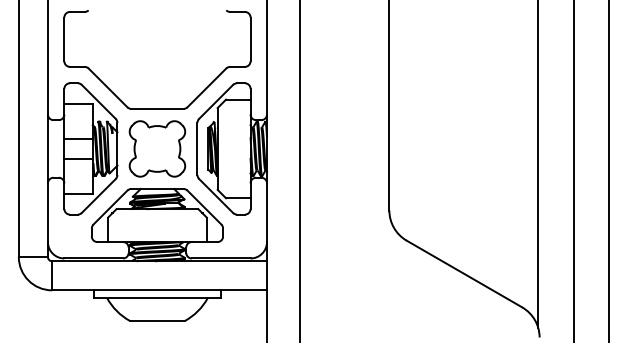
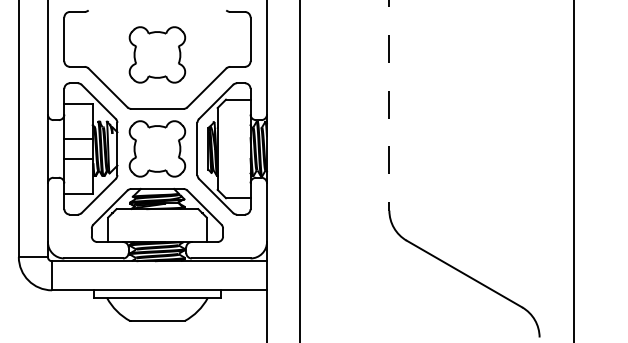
part at (157, 54): none -> present
line at (389, 105): solid -> dashed
line at (538, 164): present -> none
line at (609, 170): present -> none
